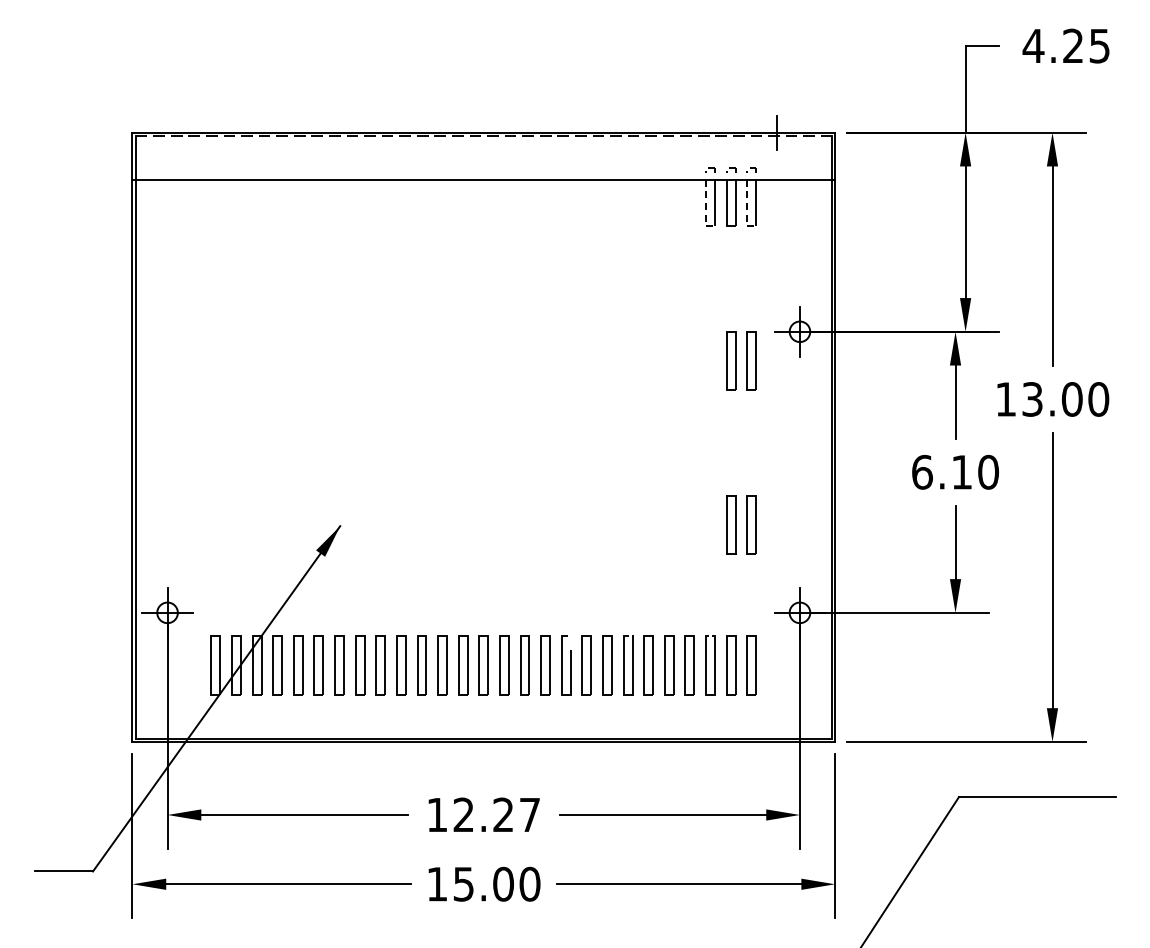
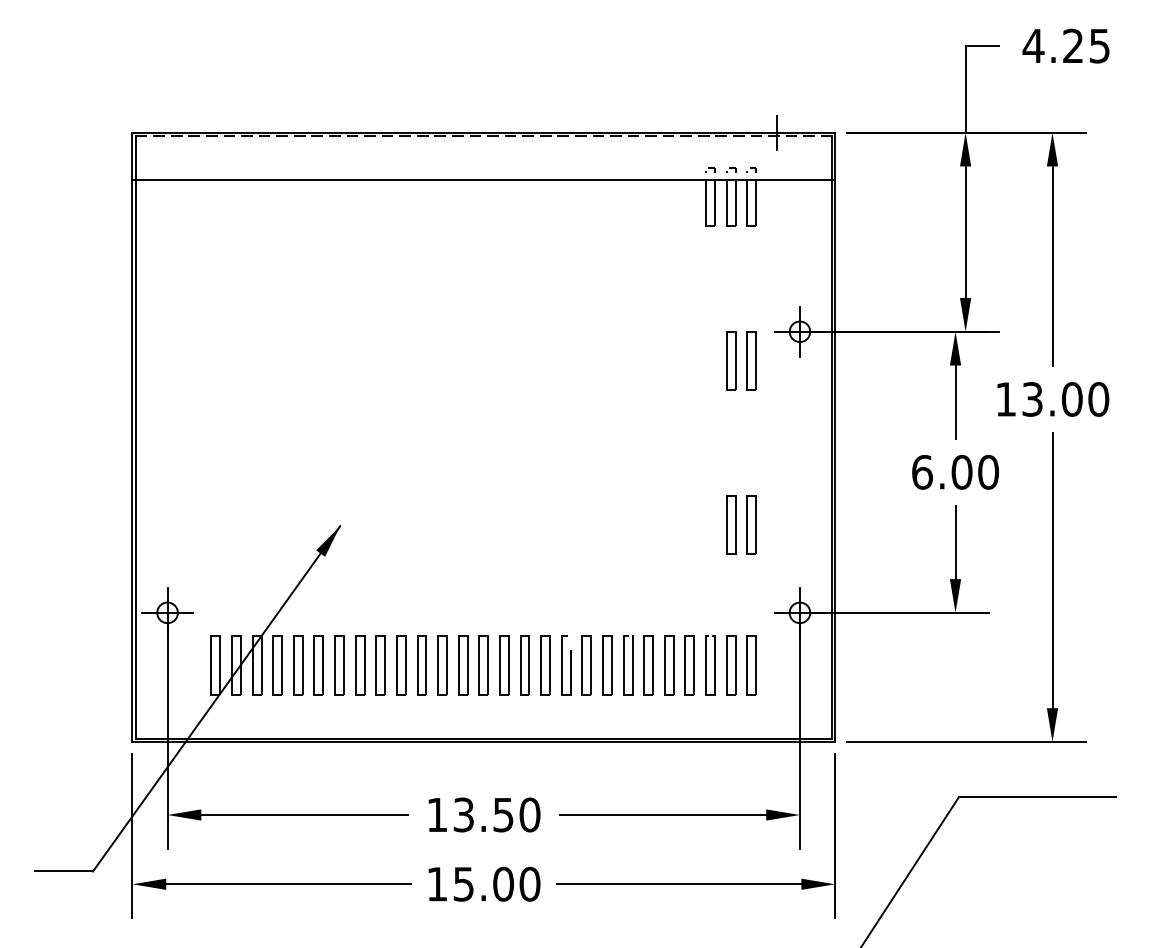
line at (706, 208): dashed -> solid
line at (747, 208): dashed -> solid
text at (961, 471): 6.10 -> 6.00
text at (496, 814): 12.27 -> 13.50
